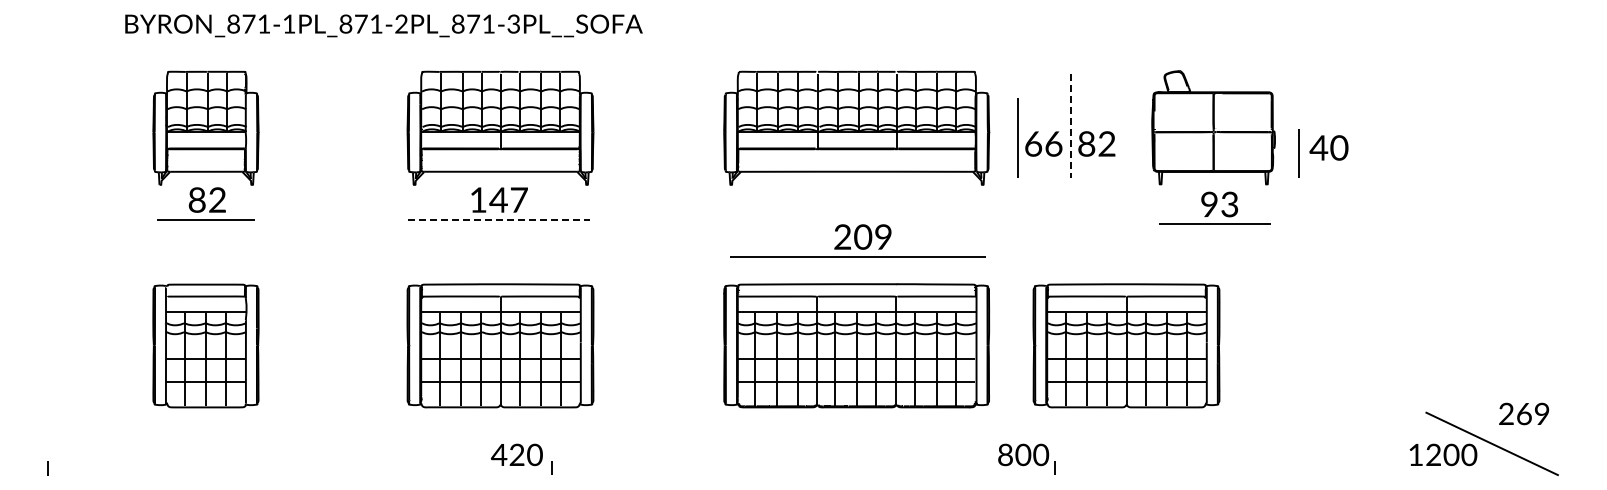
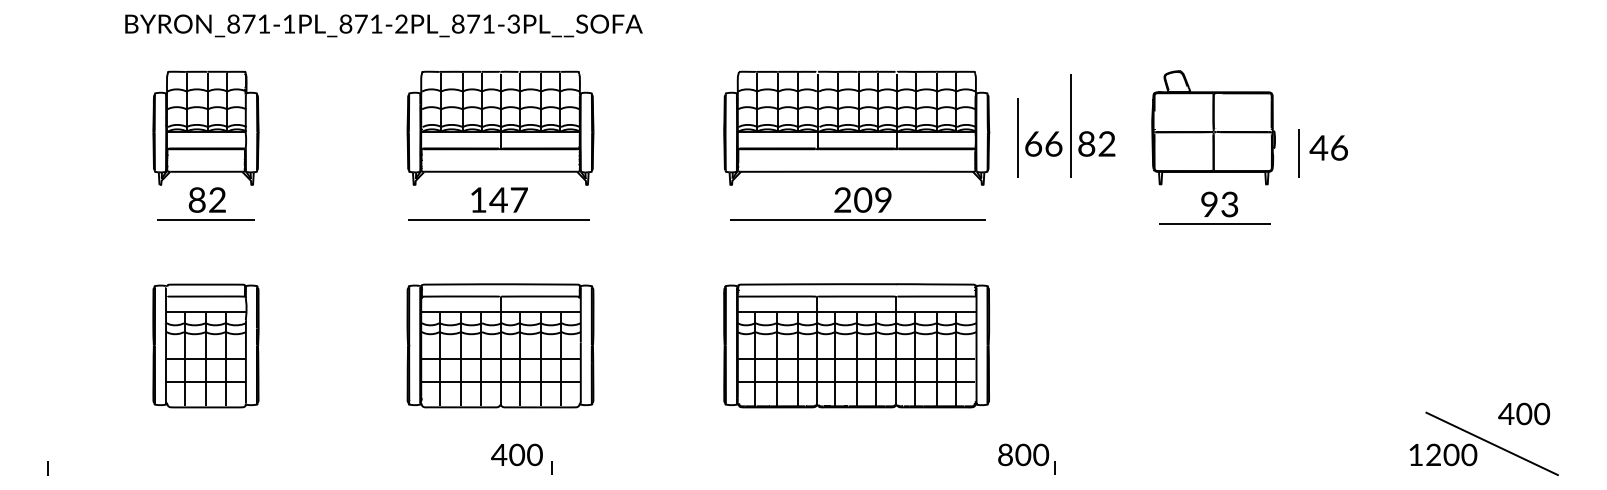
line at (1071, 126): dashed -> solid
text at (1339, 147): 40 -> 46
line at (499, 219): dashed -> solid
part at (857, 240) position: (857, 240) -> (857, 203)
part at (1126, 345): present -> none
text at (1524, 413): 269 -> 400
text at (517, 455): 420 -> 400
